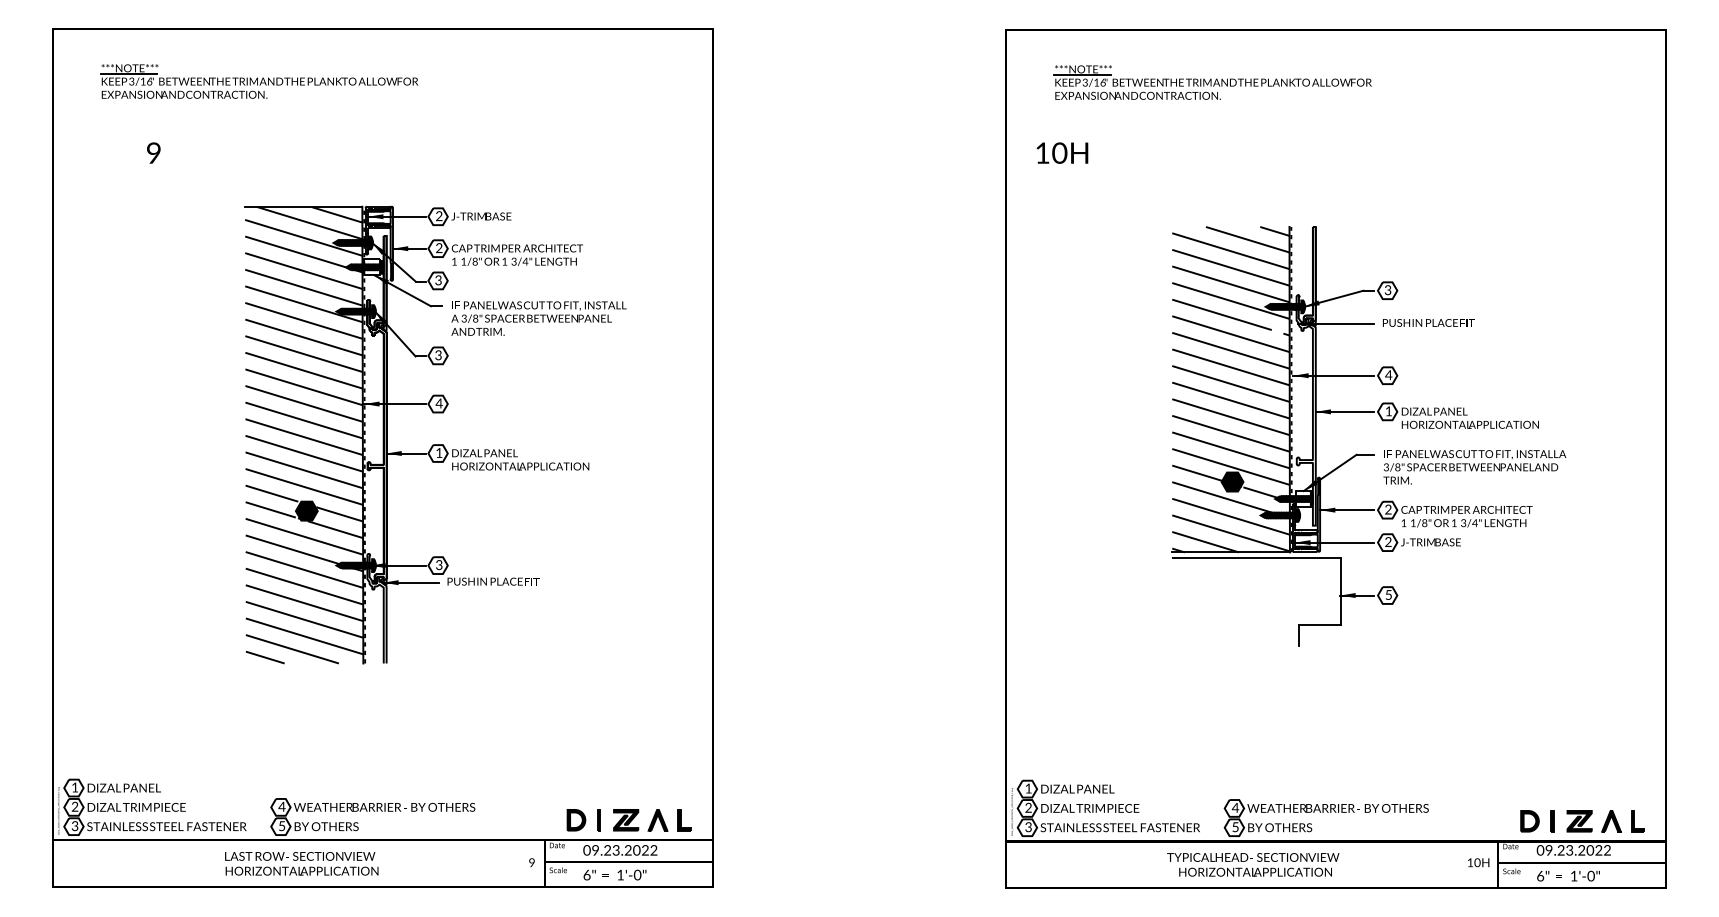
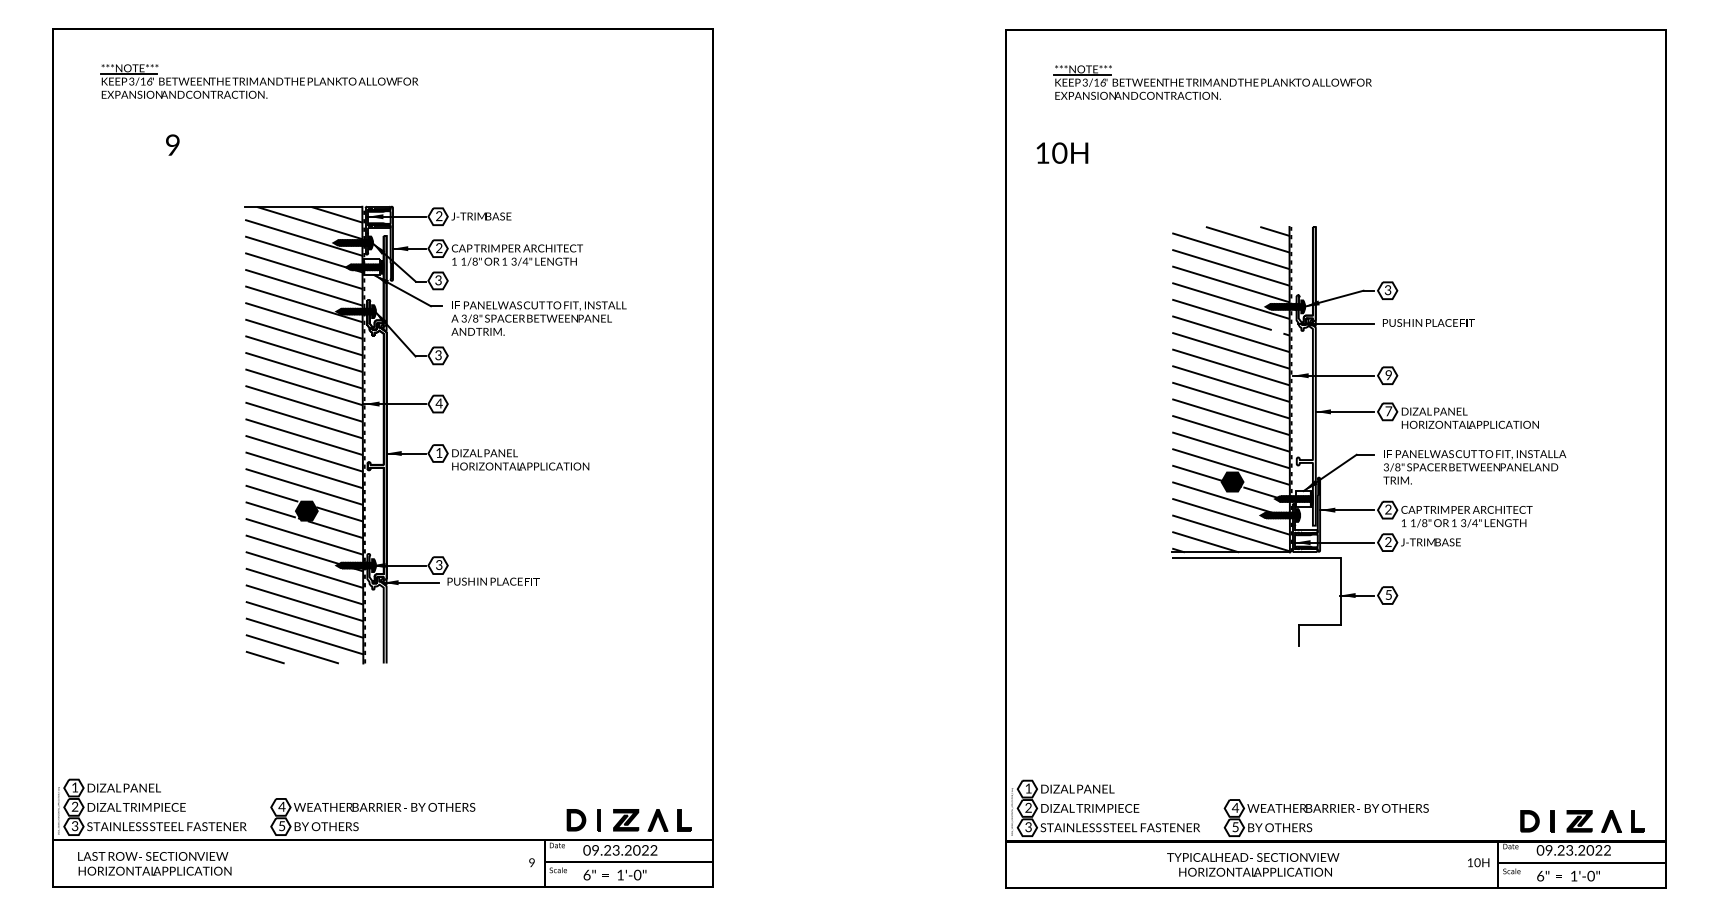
text at (153, 152) position: (153, 152) -> (172, 144)
text at (1388, 375): 4 -> 9
text at (1388, 411): 1 -> 7
text at (301, 863) position: (301, 863) -> (154, 863)
